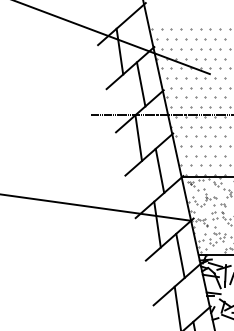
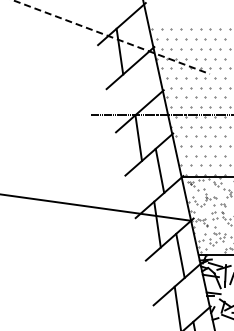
line at (111, 37): solid -> dashed
line at (140, 84): present -> none
